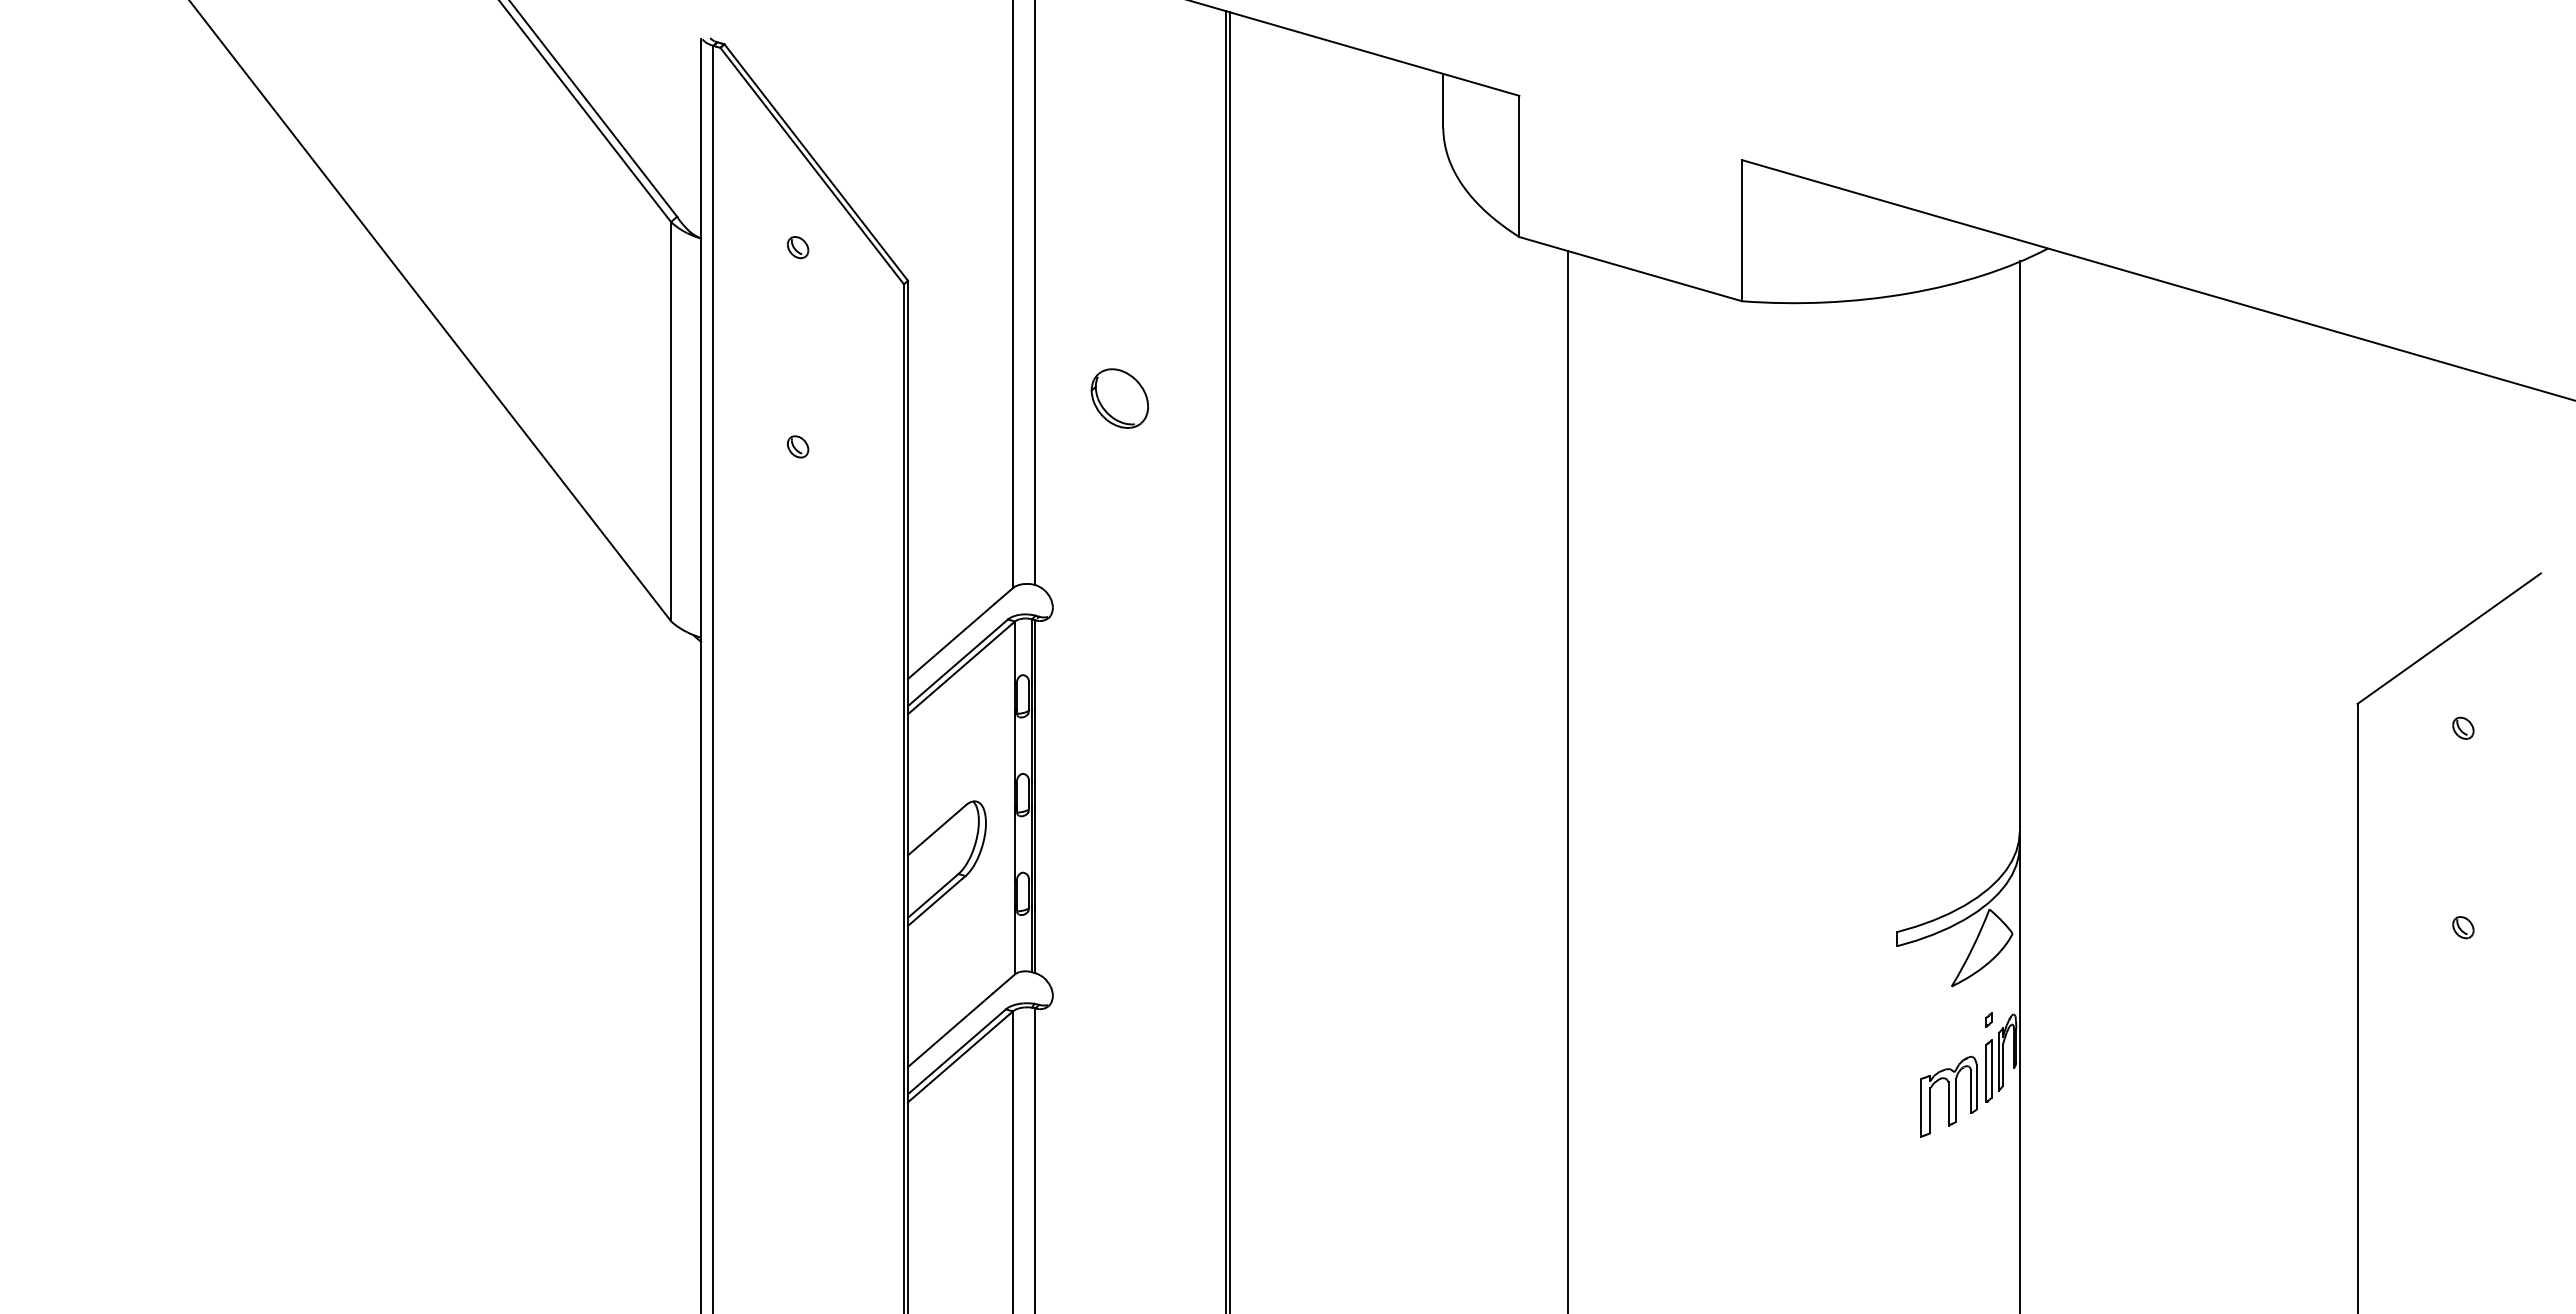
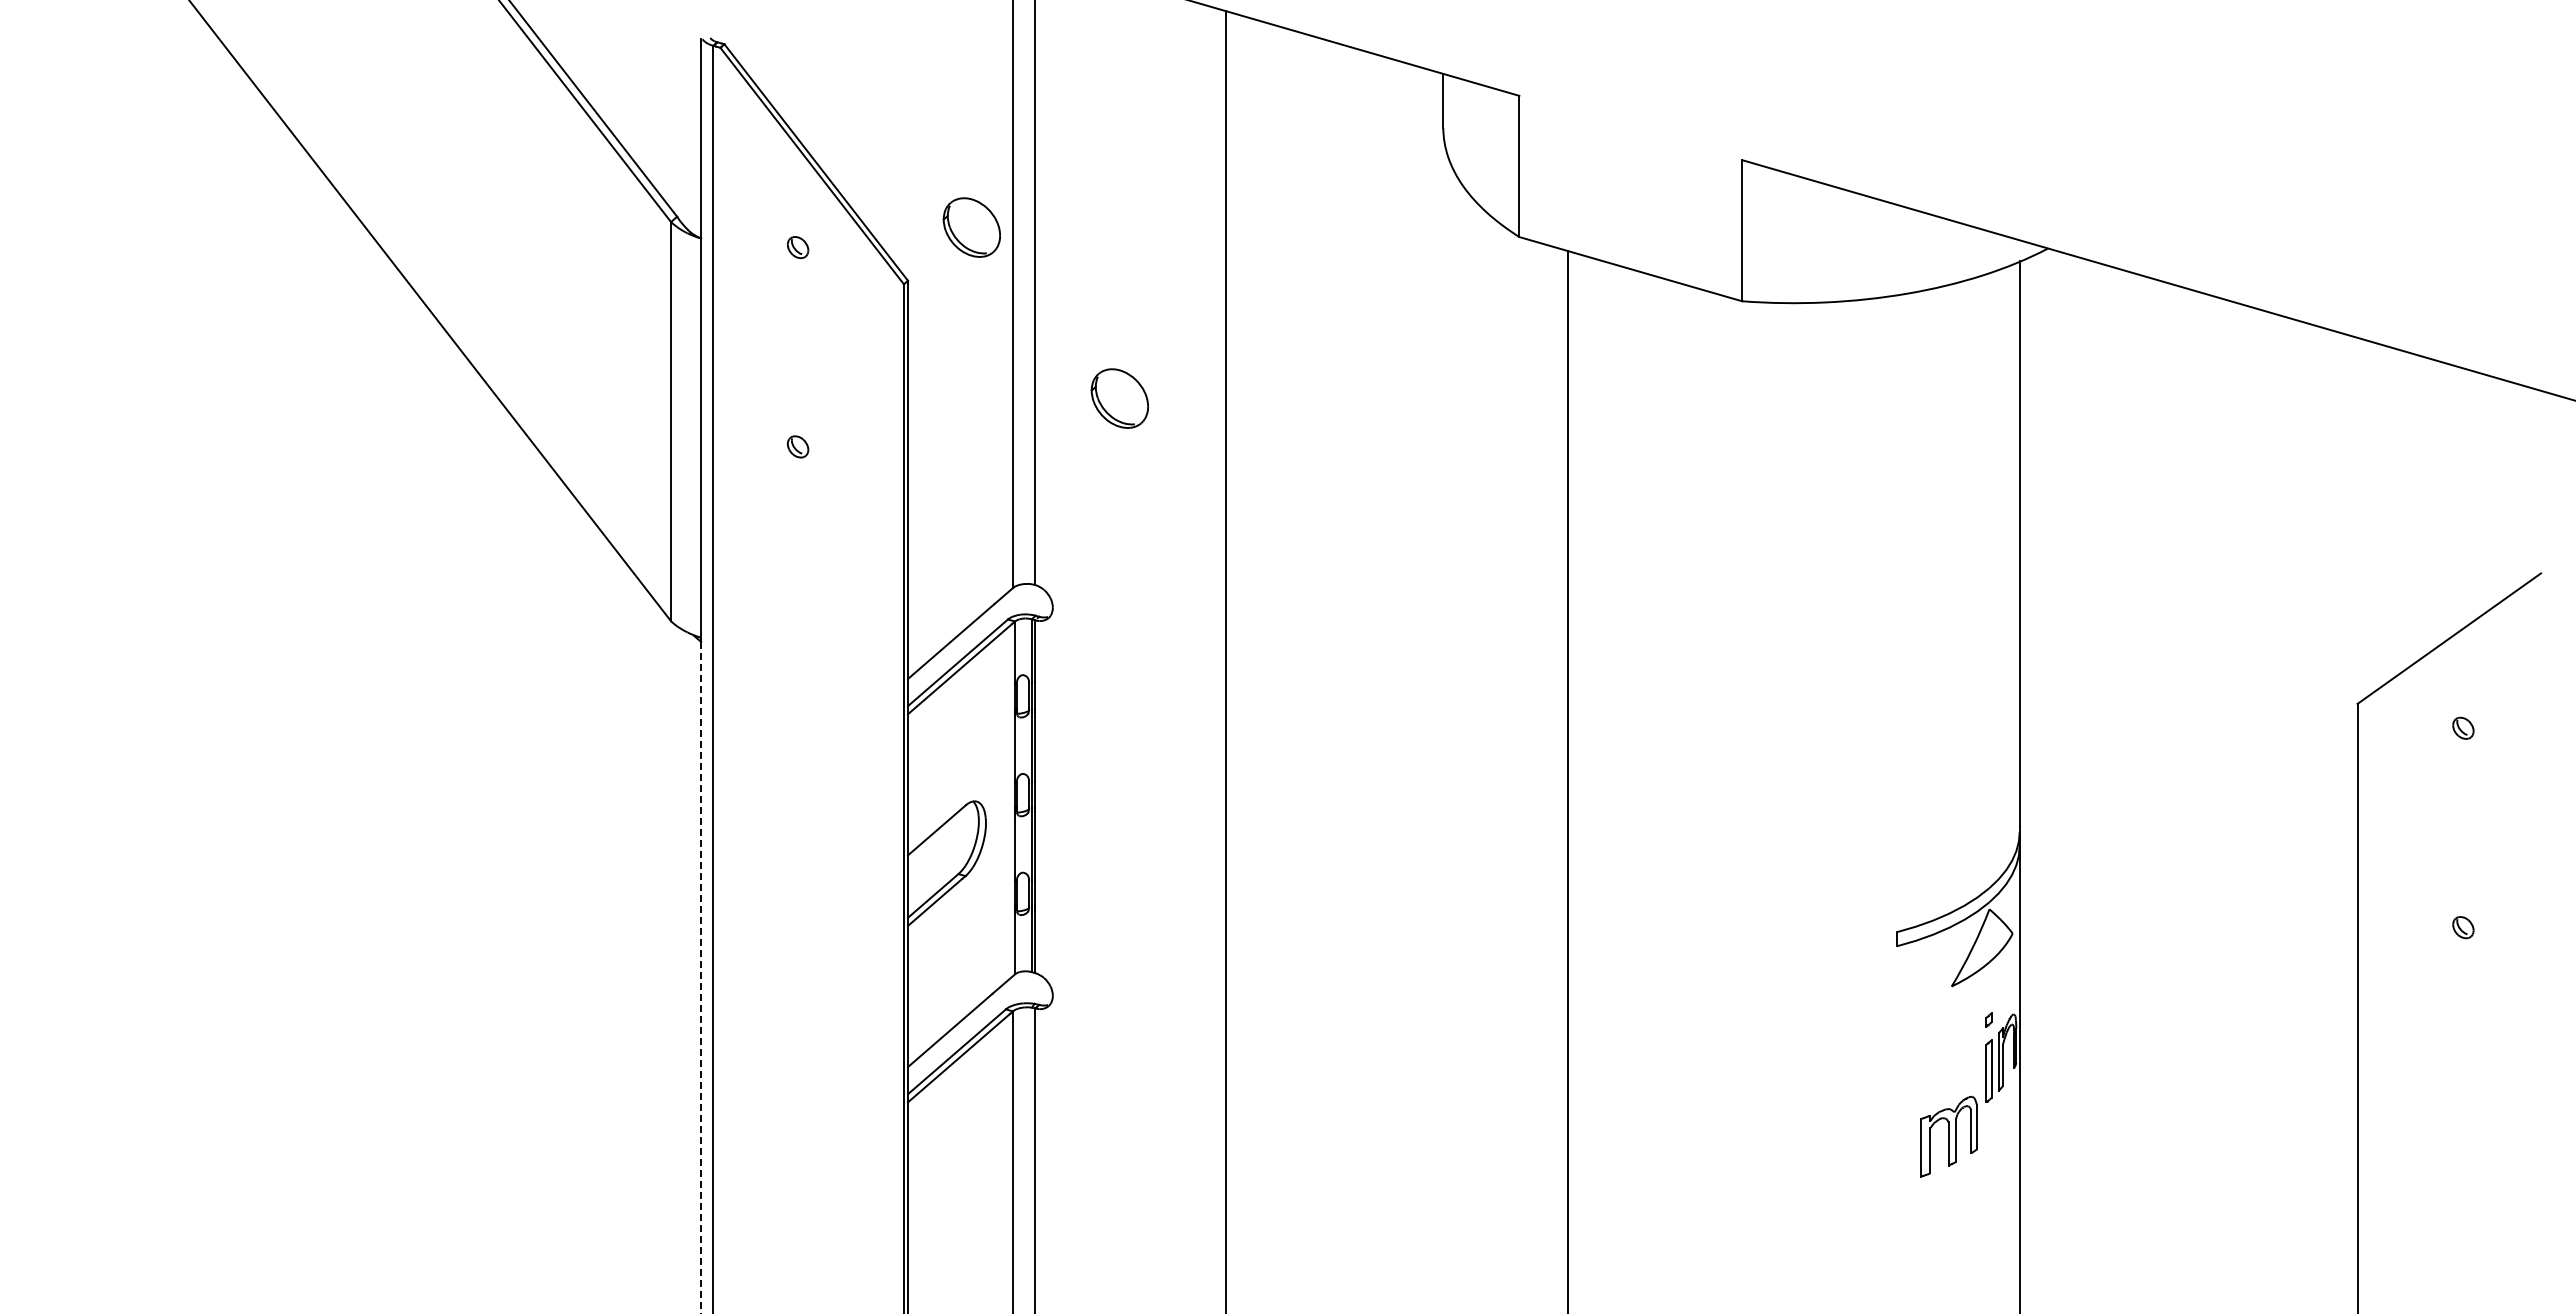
part at (971, 227): none -> present
line at (1229, 661): present -> none
line at (701, 977): solid -> dashed
part at (1948, 1096) position: (1948, 1096) -> (1948, 1136)
